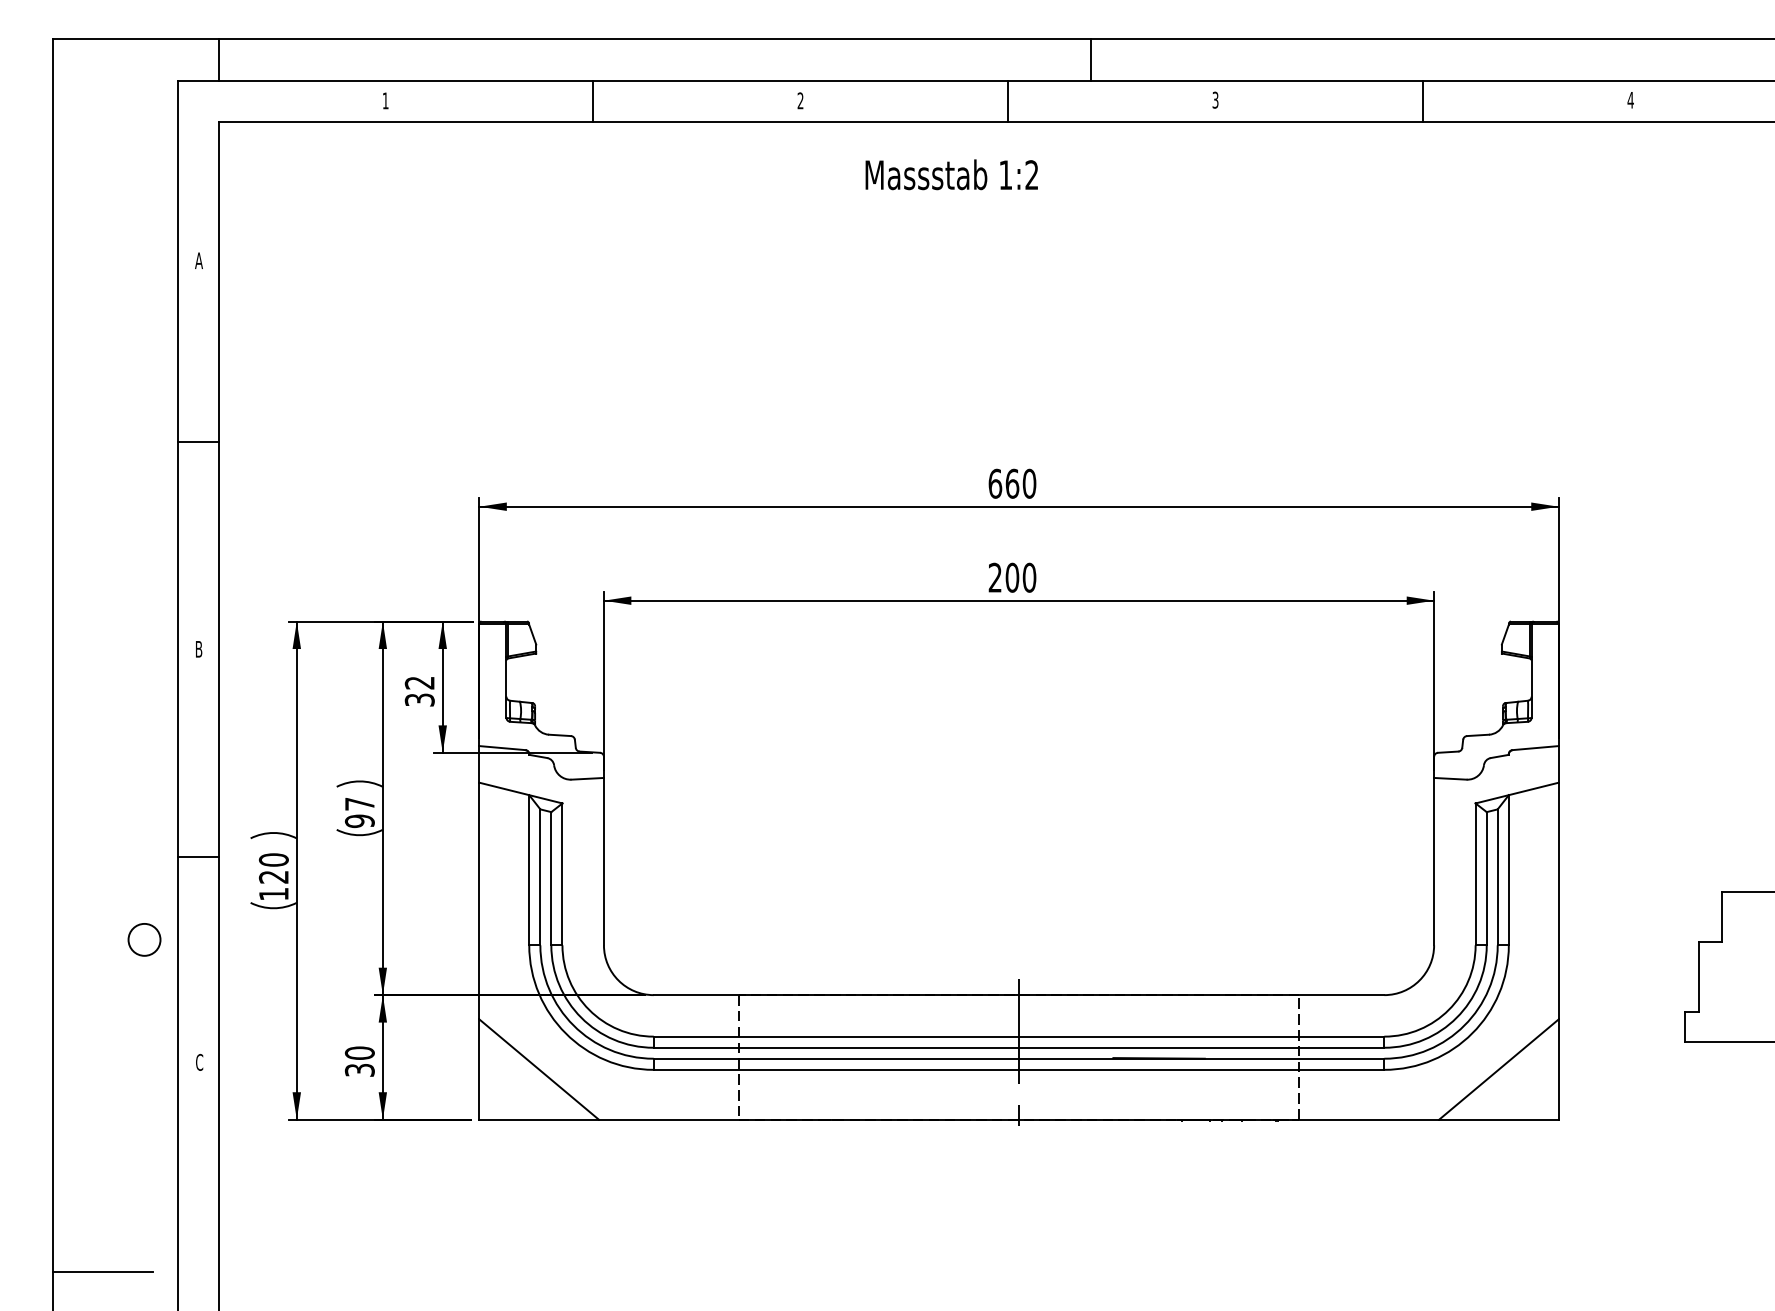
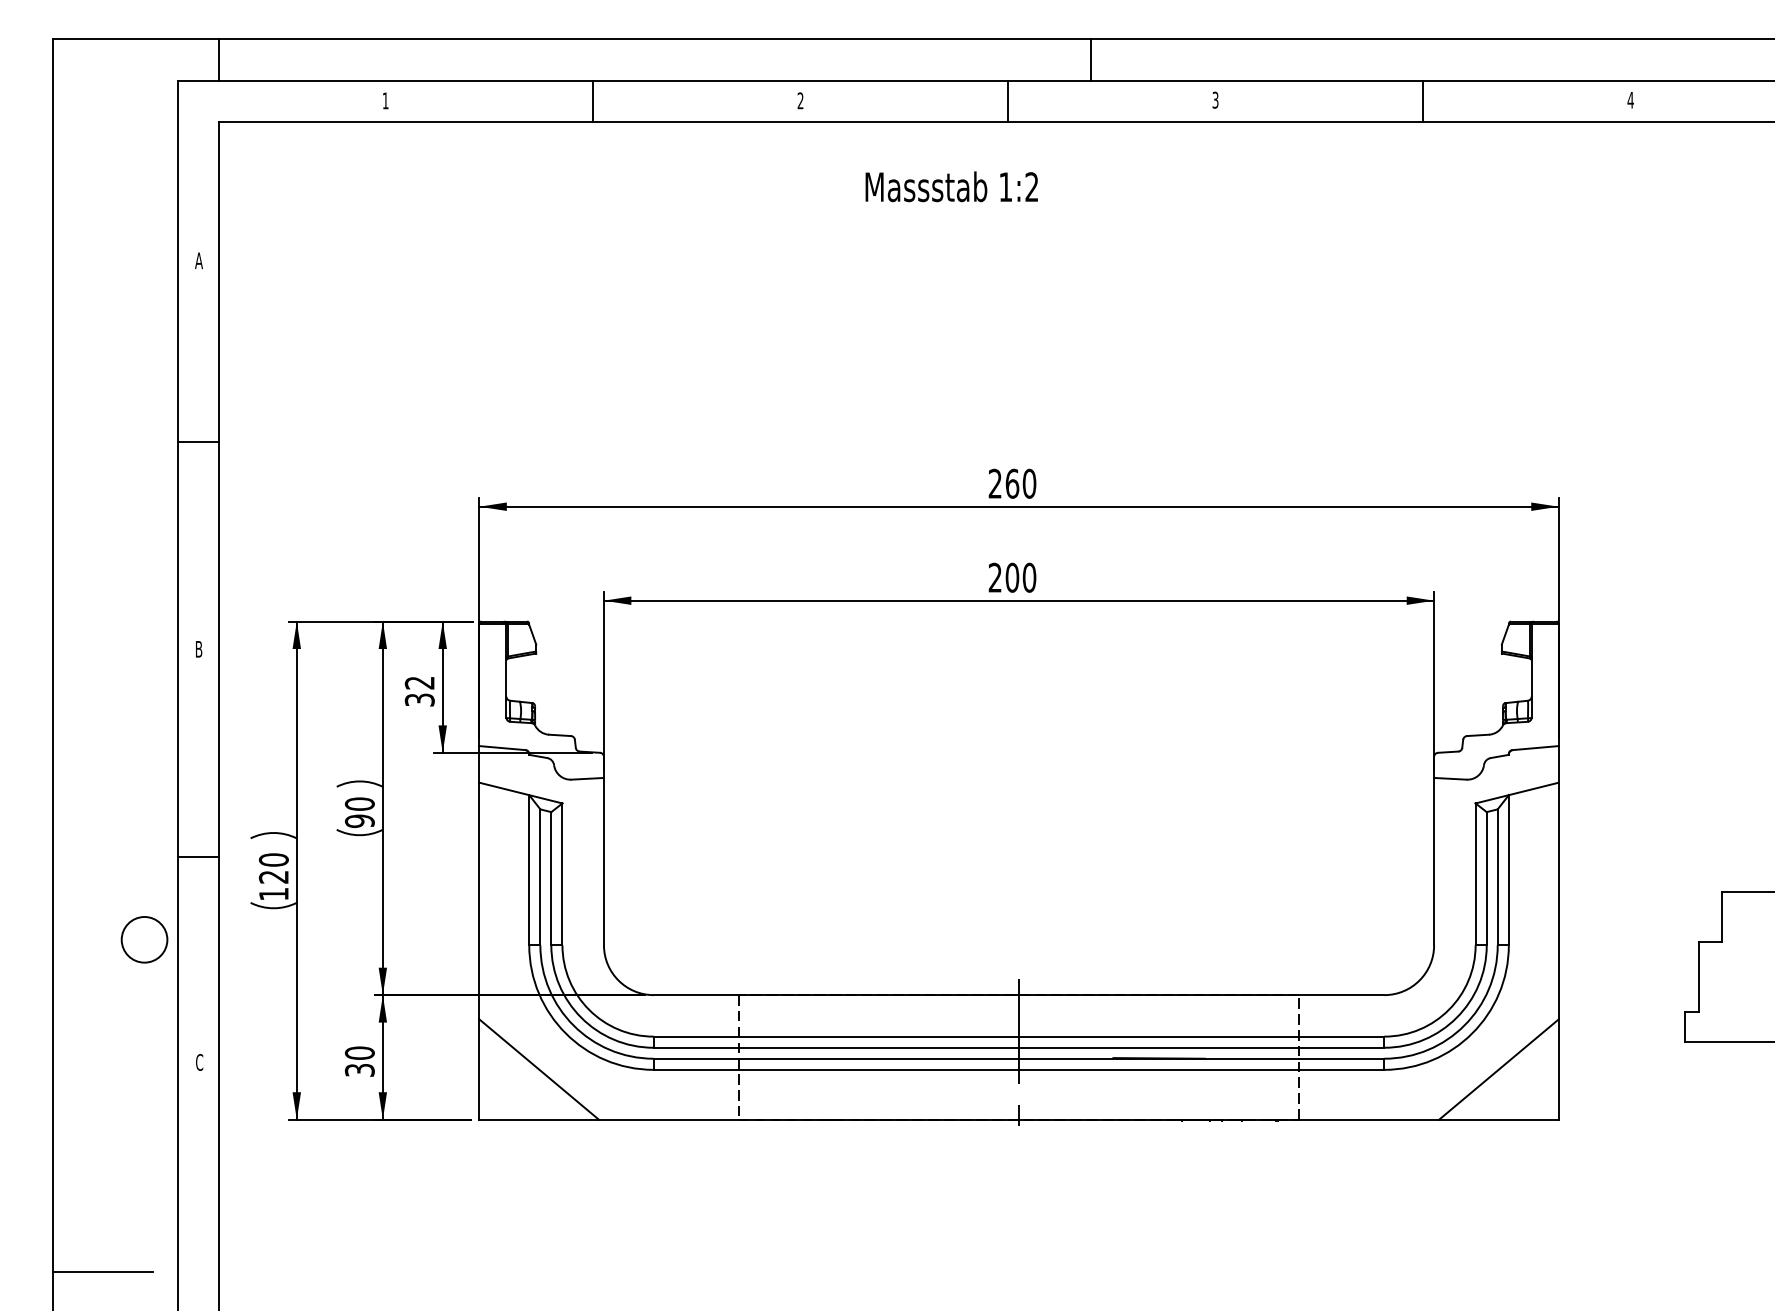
text at (951, 174) position: (951, 174) -> (951, 186)
text at (995, 483): 660 -> 260
text at (359, 803): 97 -> 90
circle at (144, 939) size: 35x34 px -> 49x48 px
